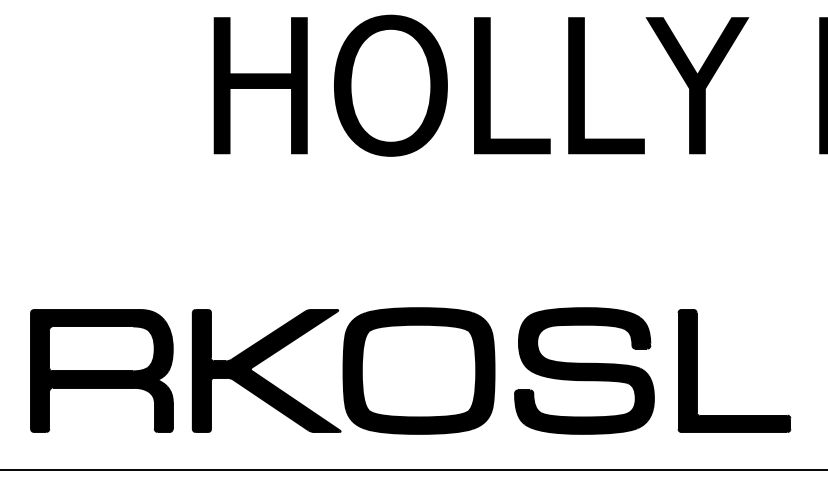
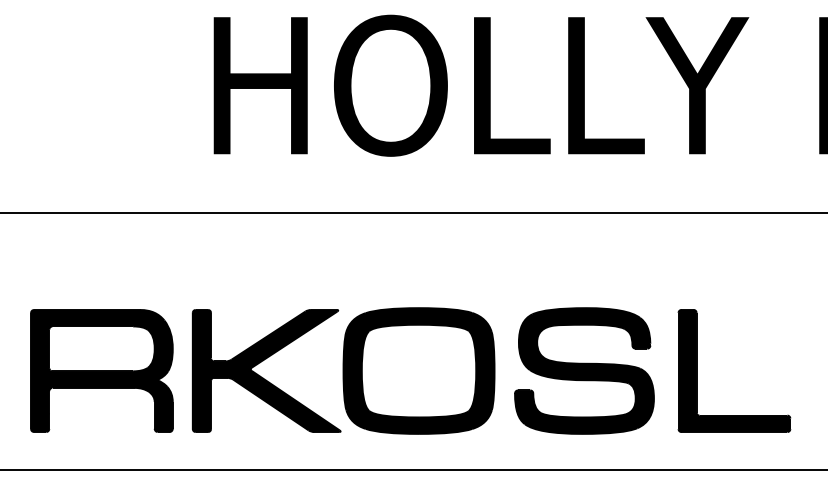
line at (413, 213): none -> present
